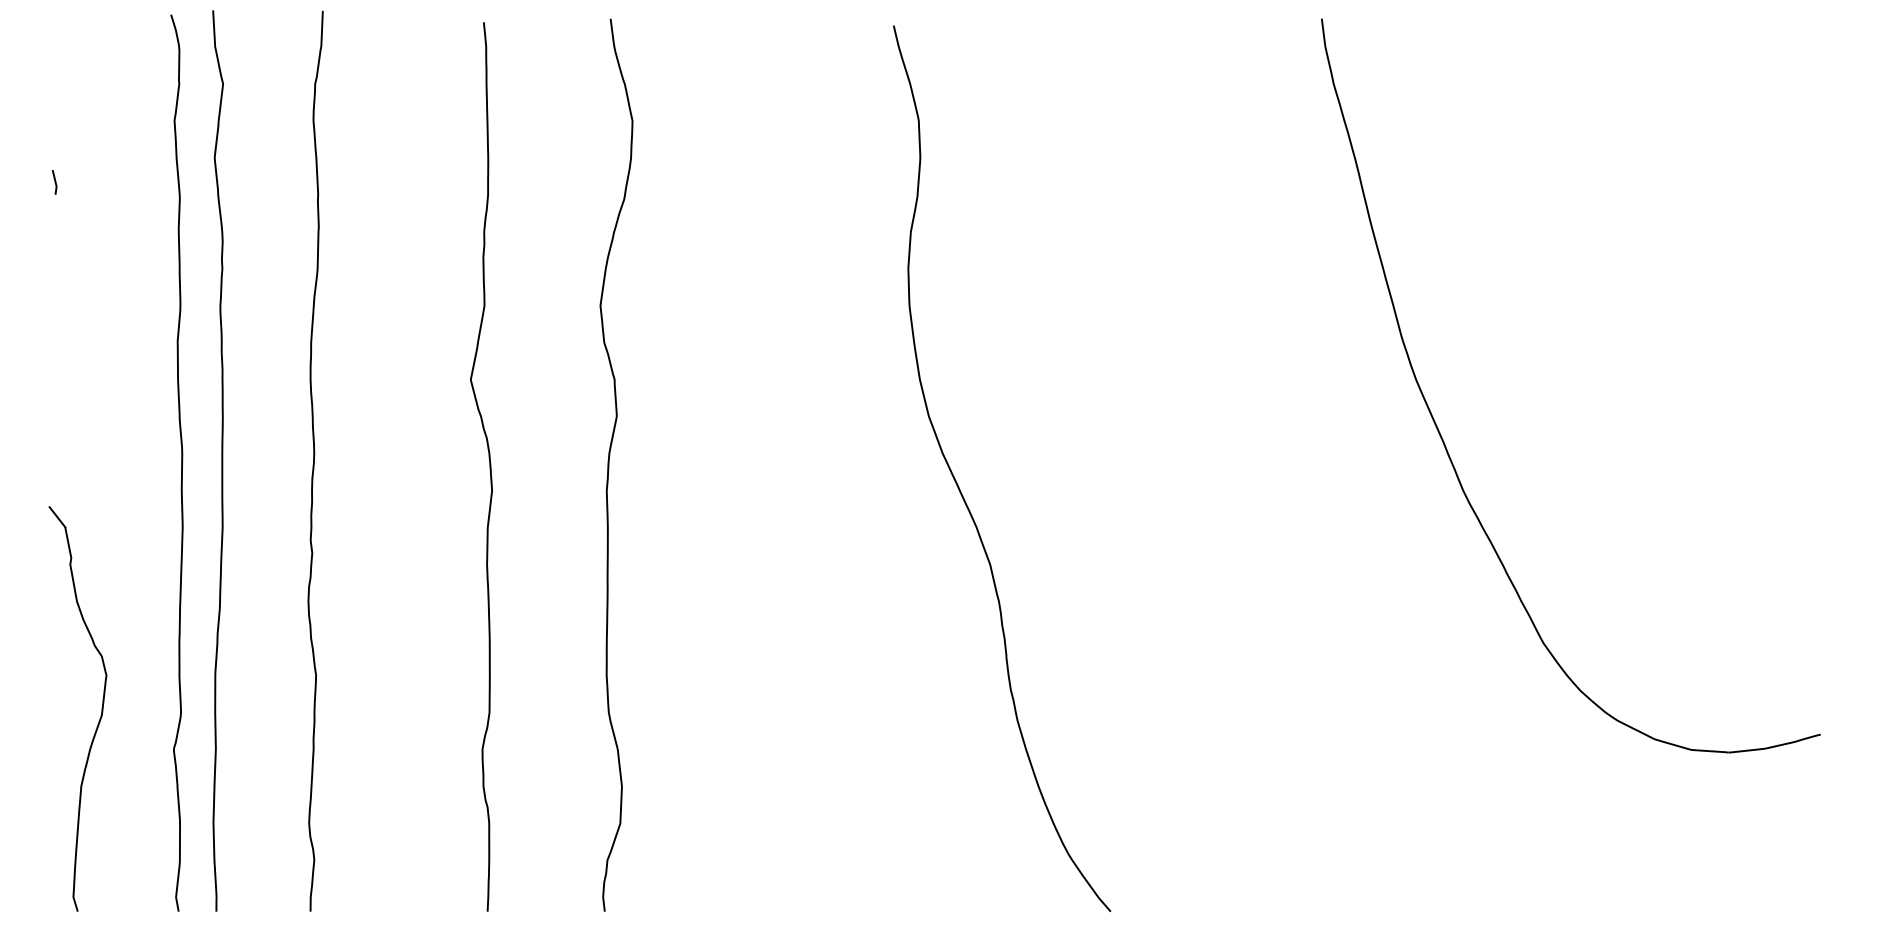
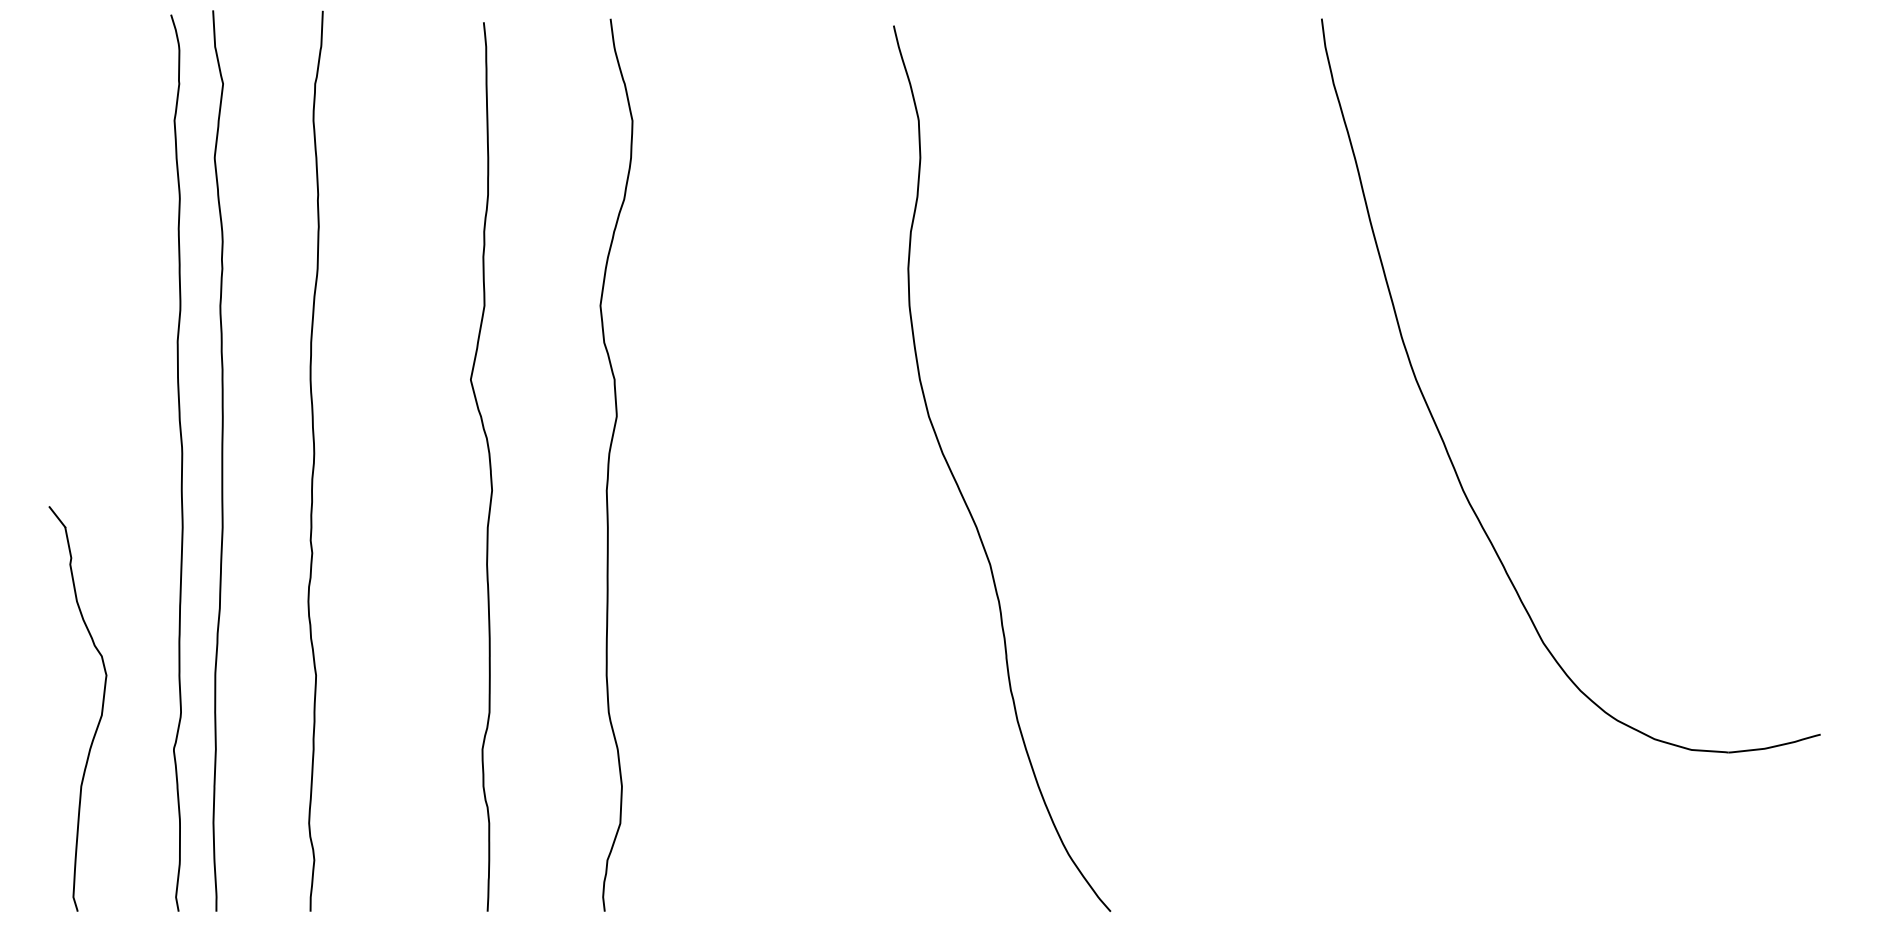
line at (54, 182): present -> none
